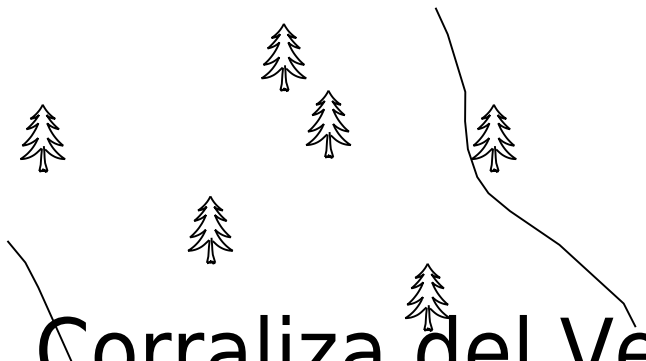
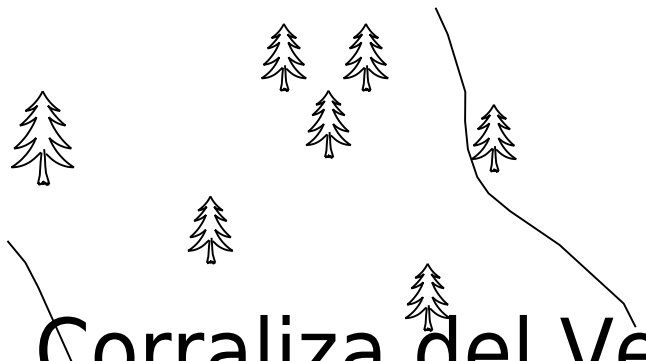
part at (365, 57): none -> present
part at (42, 138) size: 46x69 px -> 64x95 px
